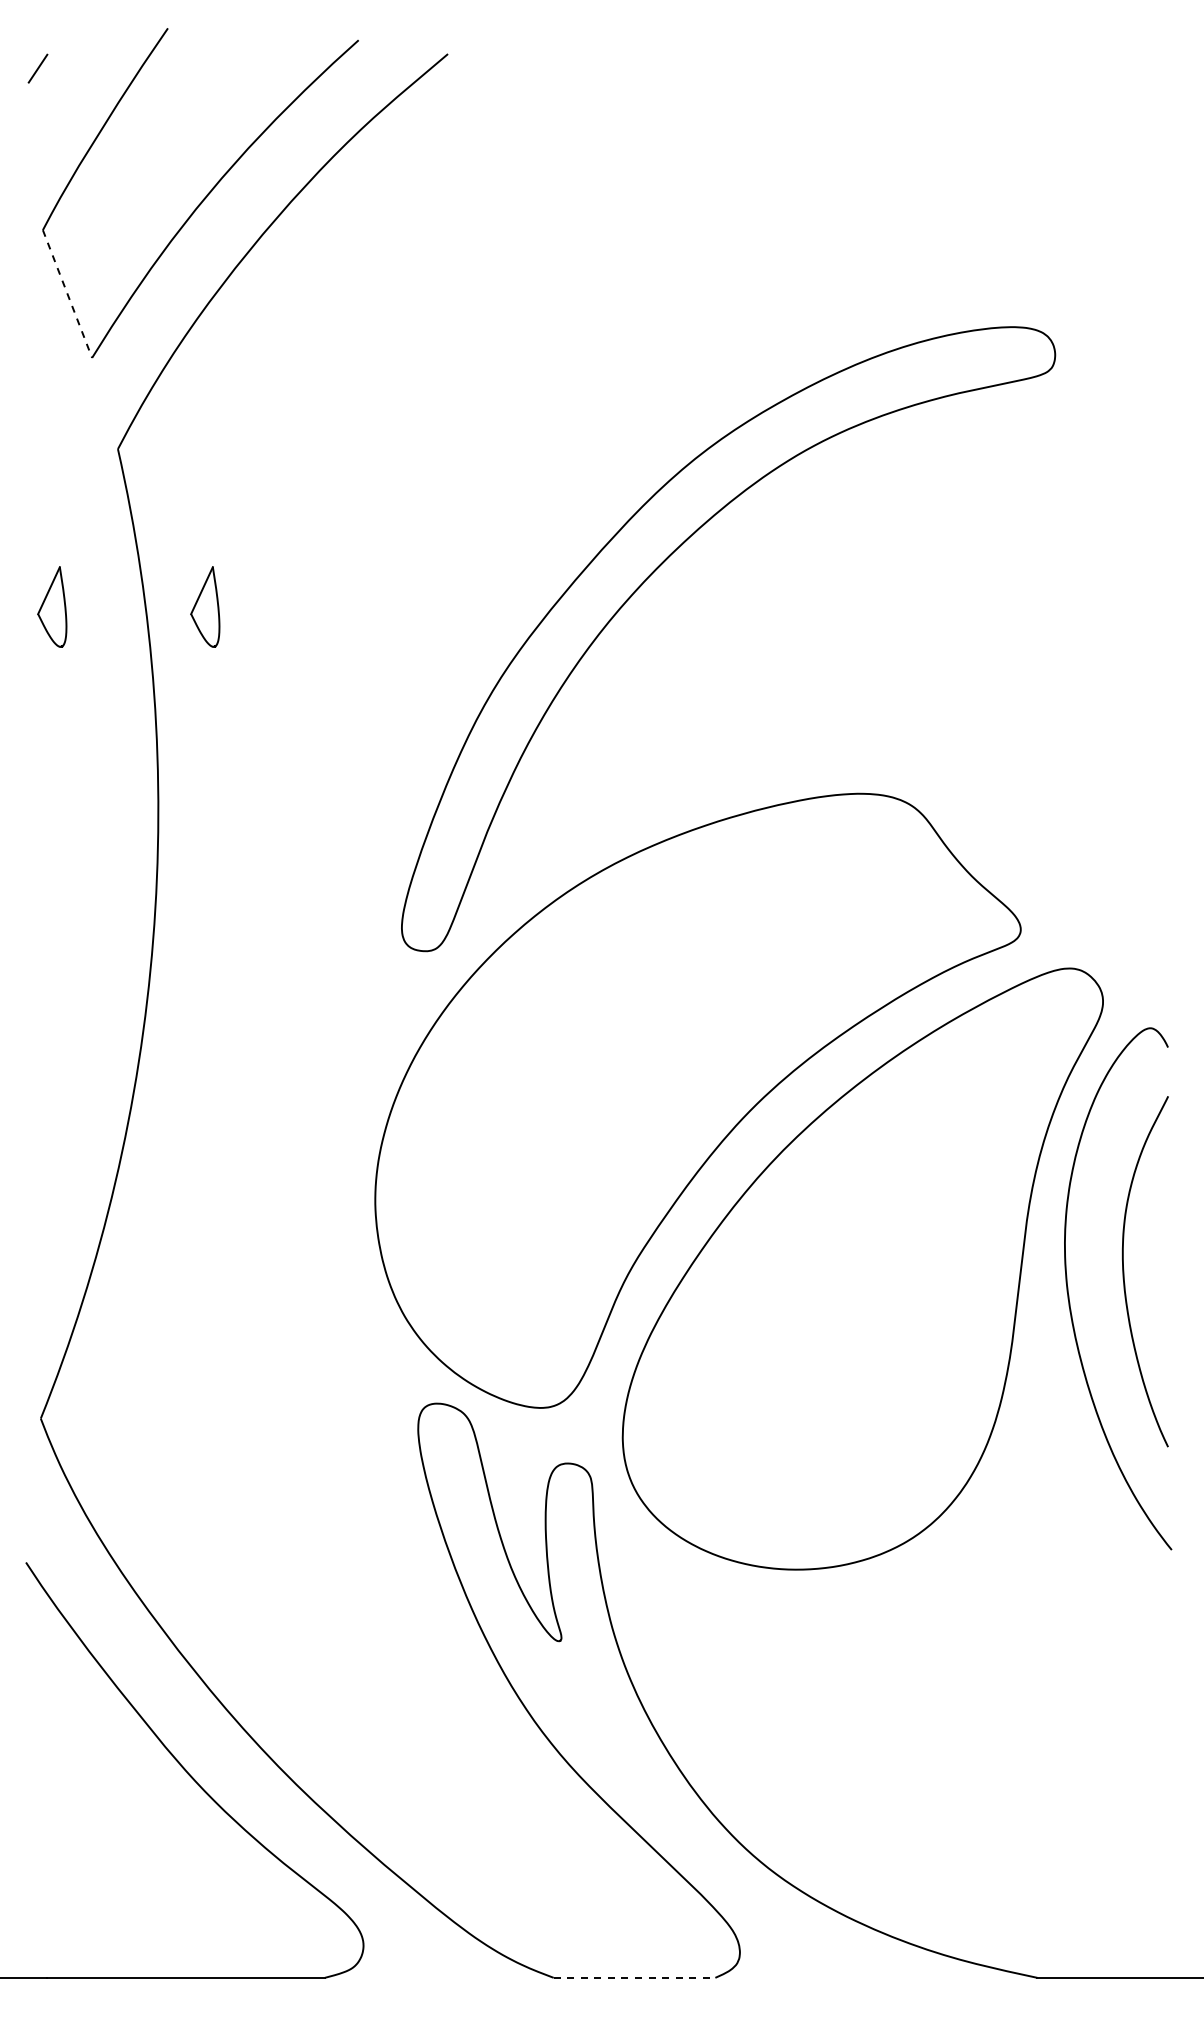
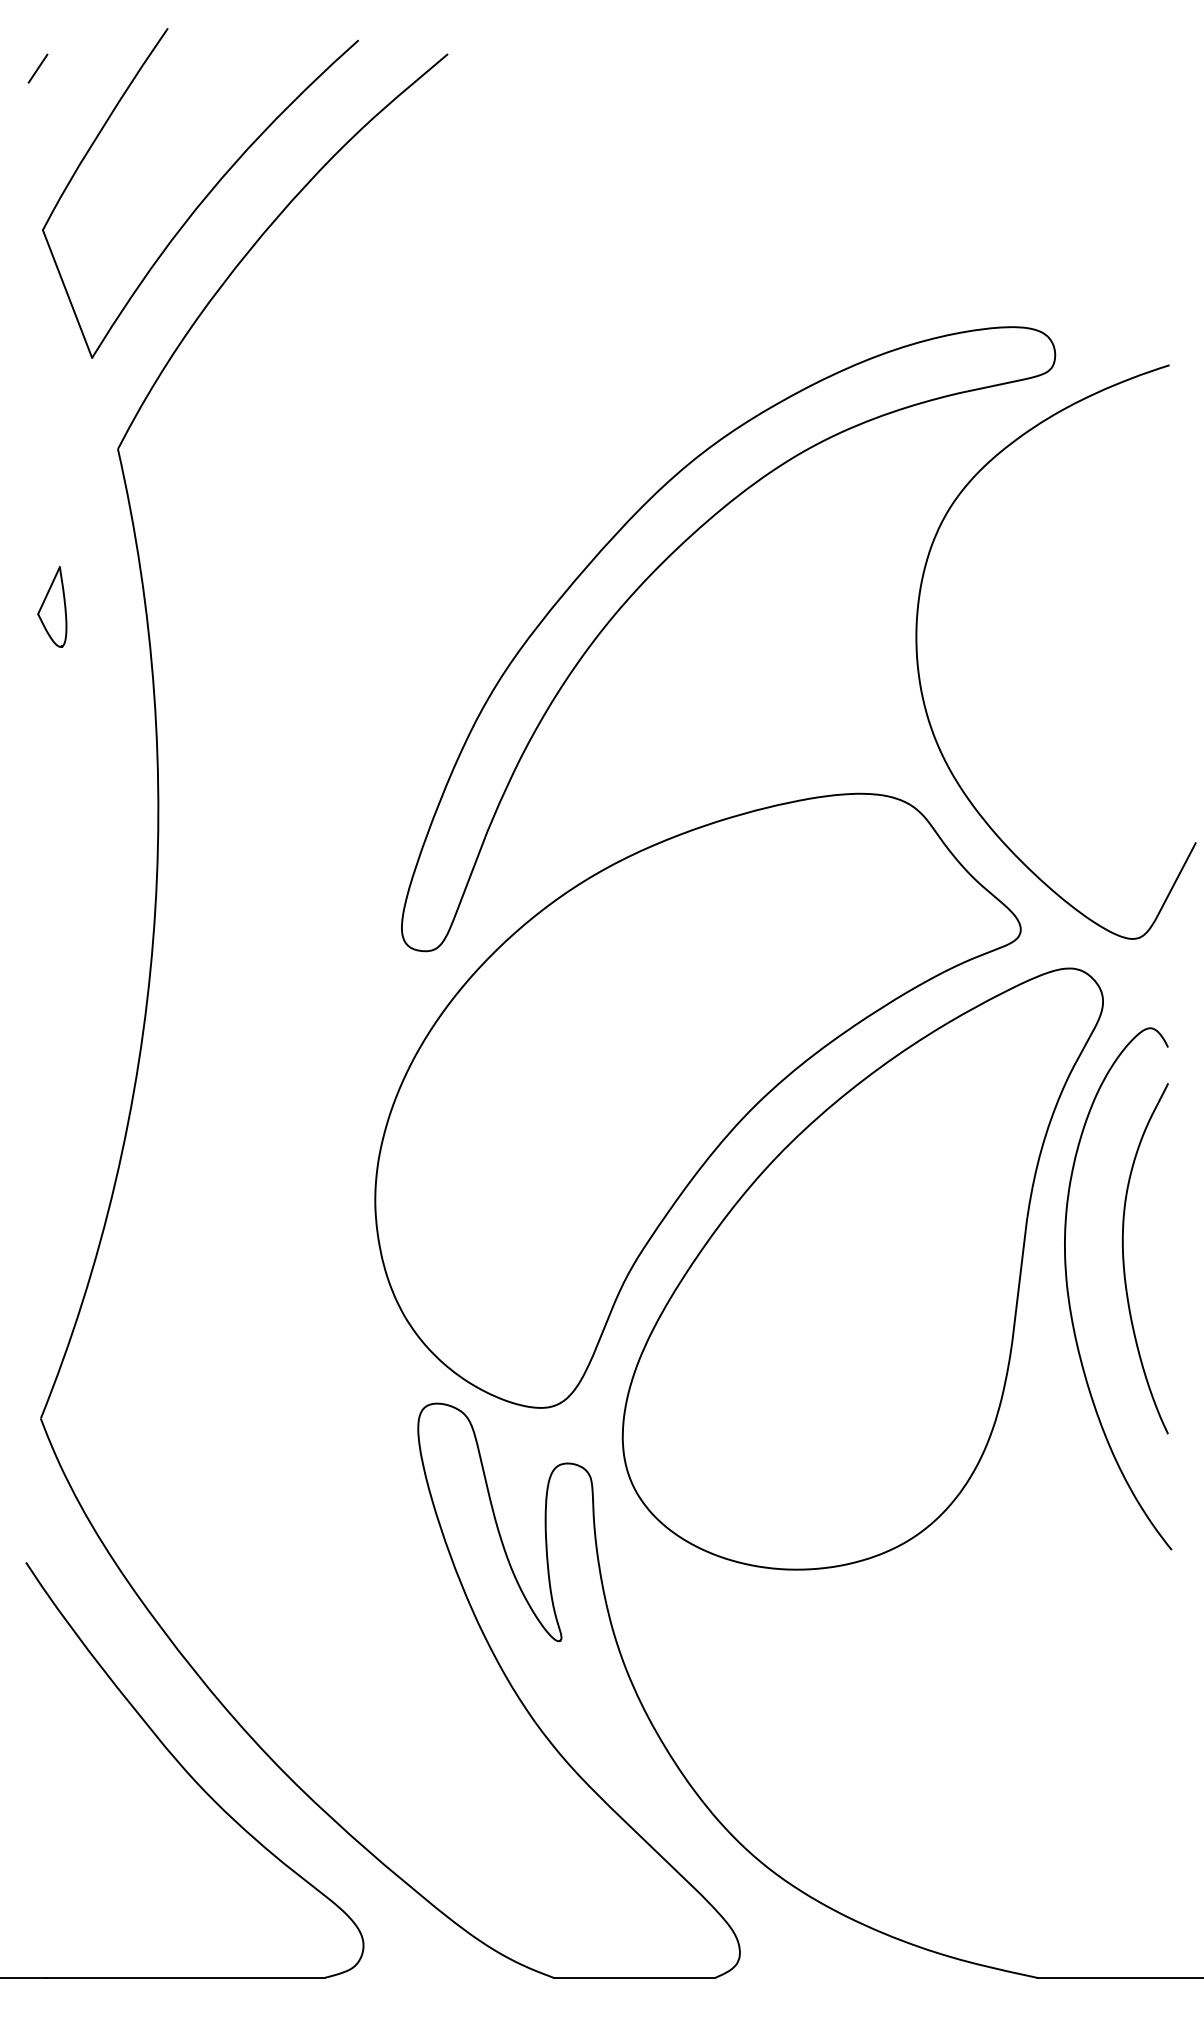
line at (67, 294): dashed -> solid
part at (205, 606): present -> none
curve at (918, 658): none -> present
curve at (1124, 1271) position: (1124, 1271) -> (1124, 1258)
line at (634, 1977): dashed -> solid
